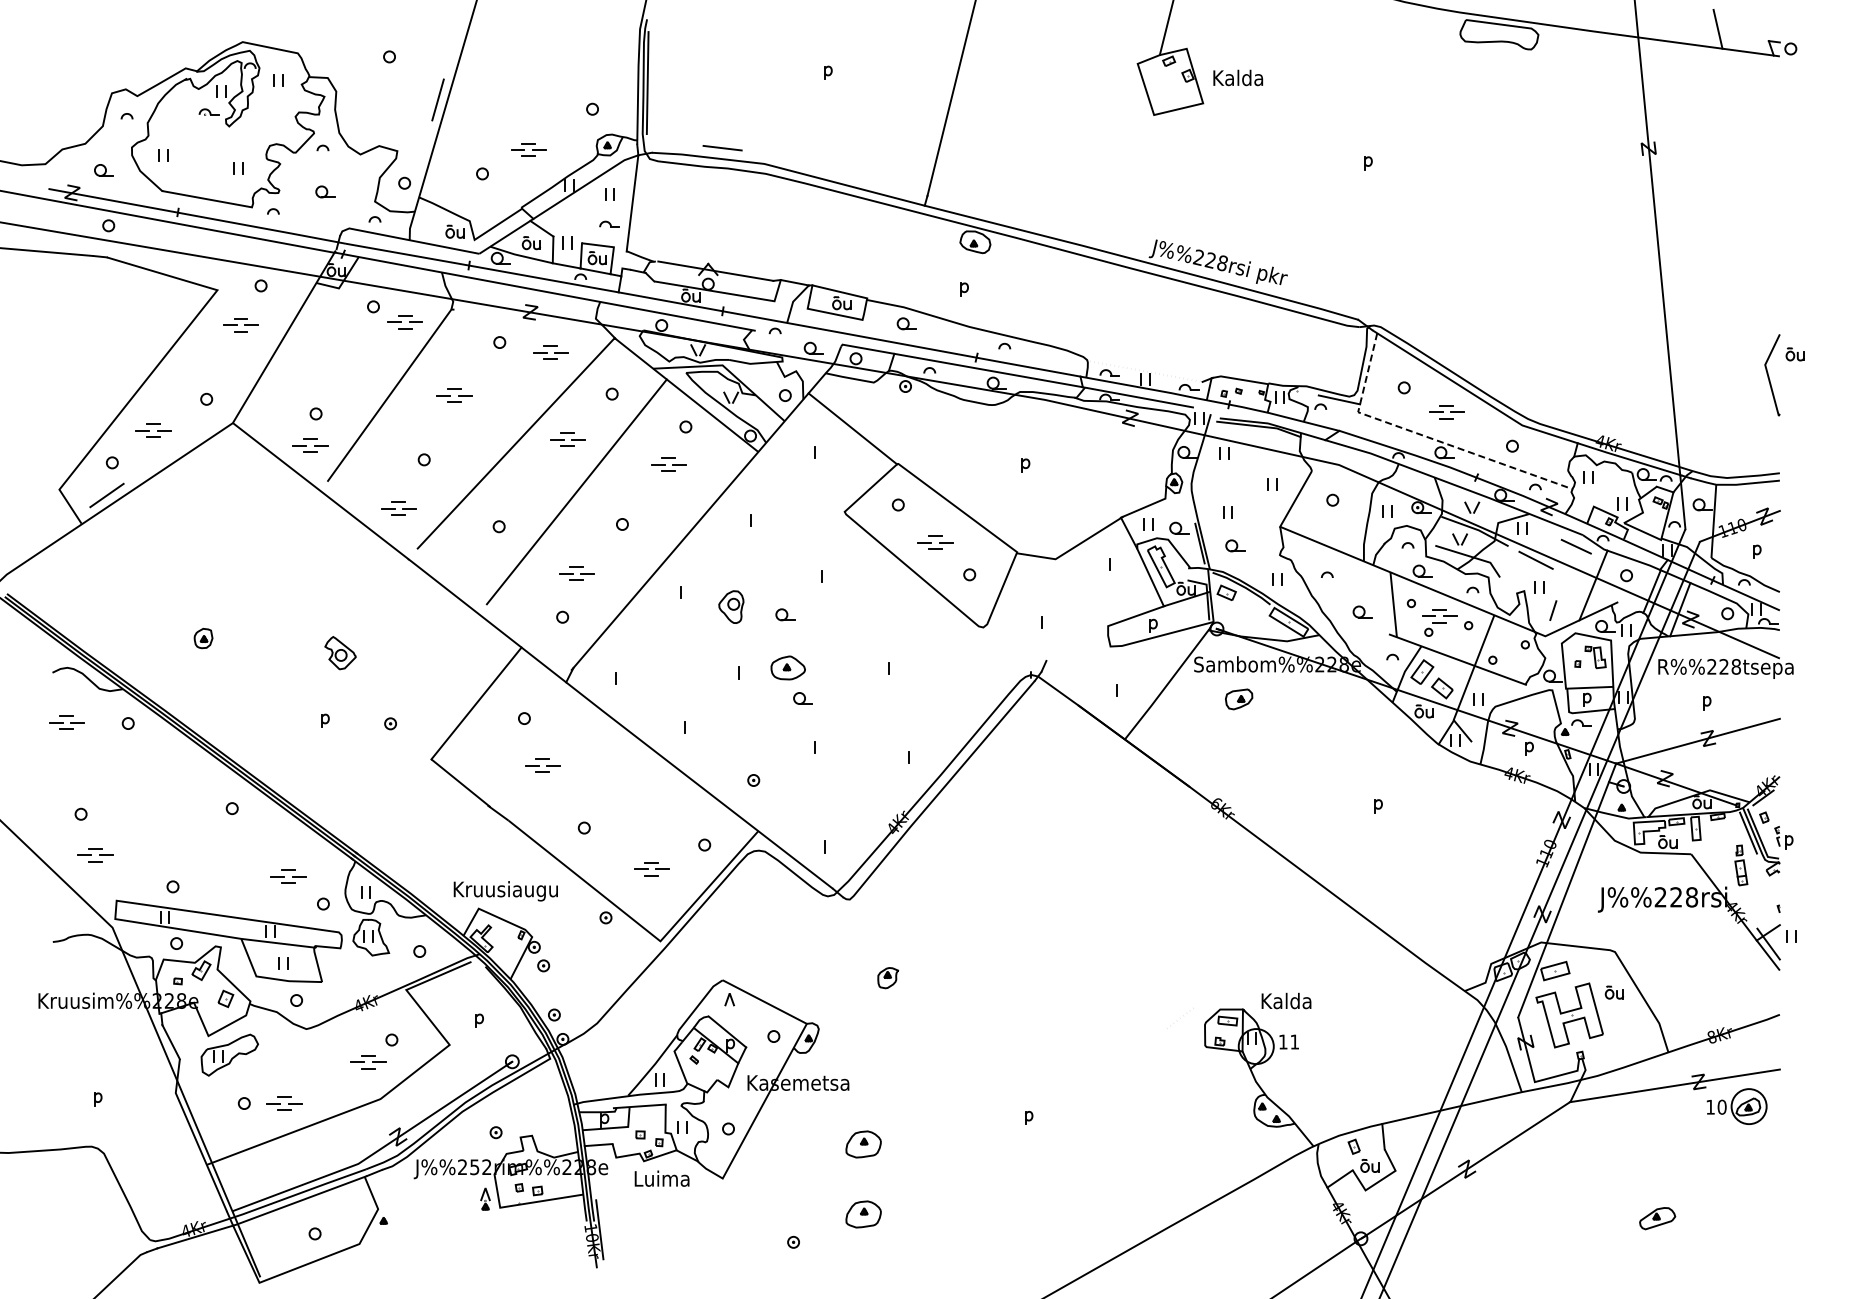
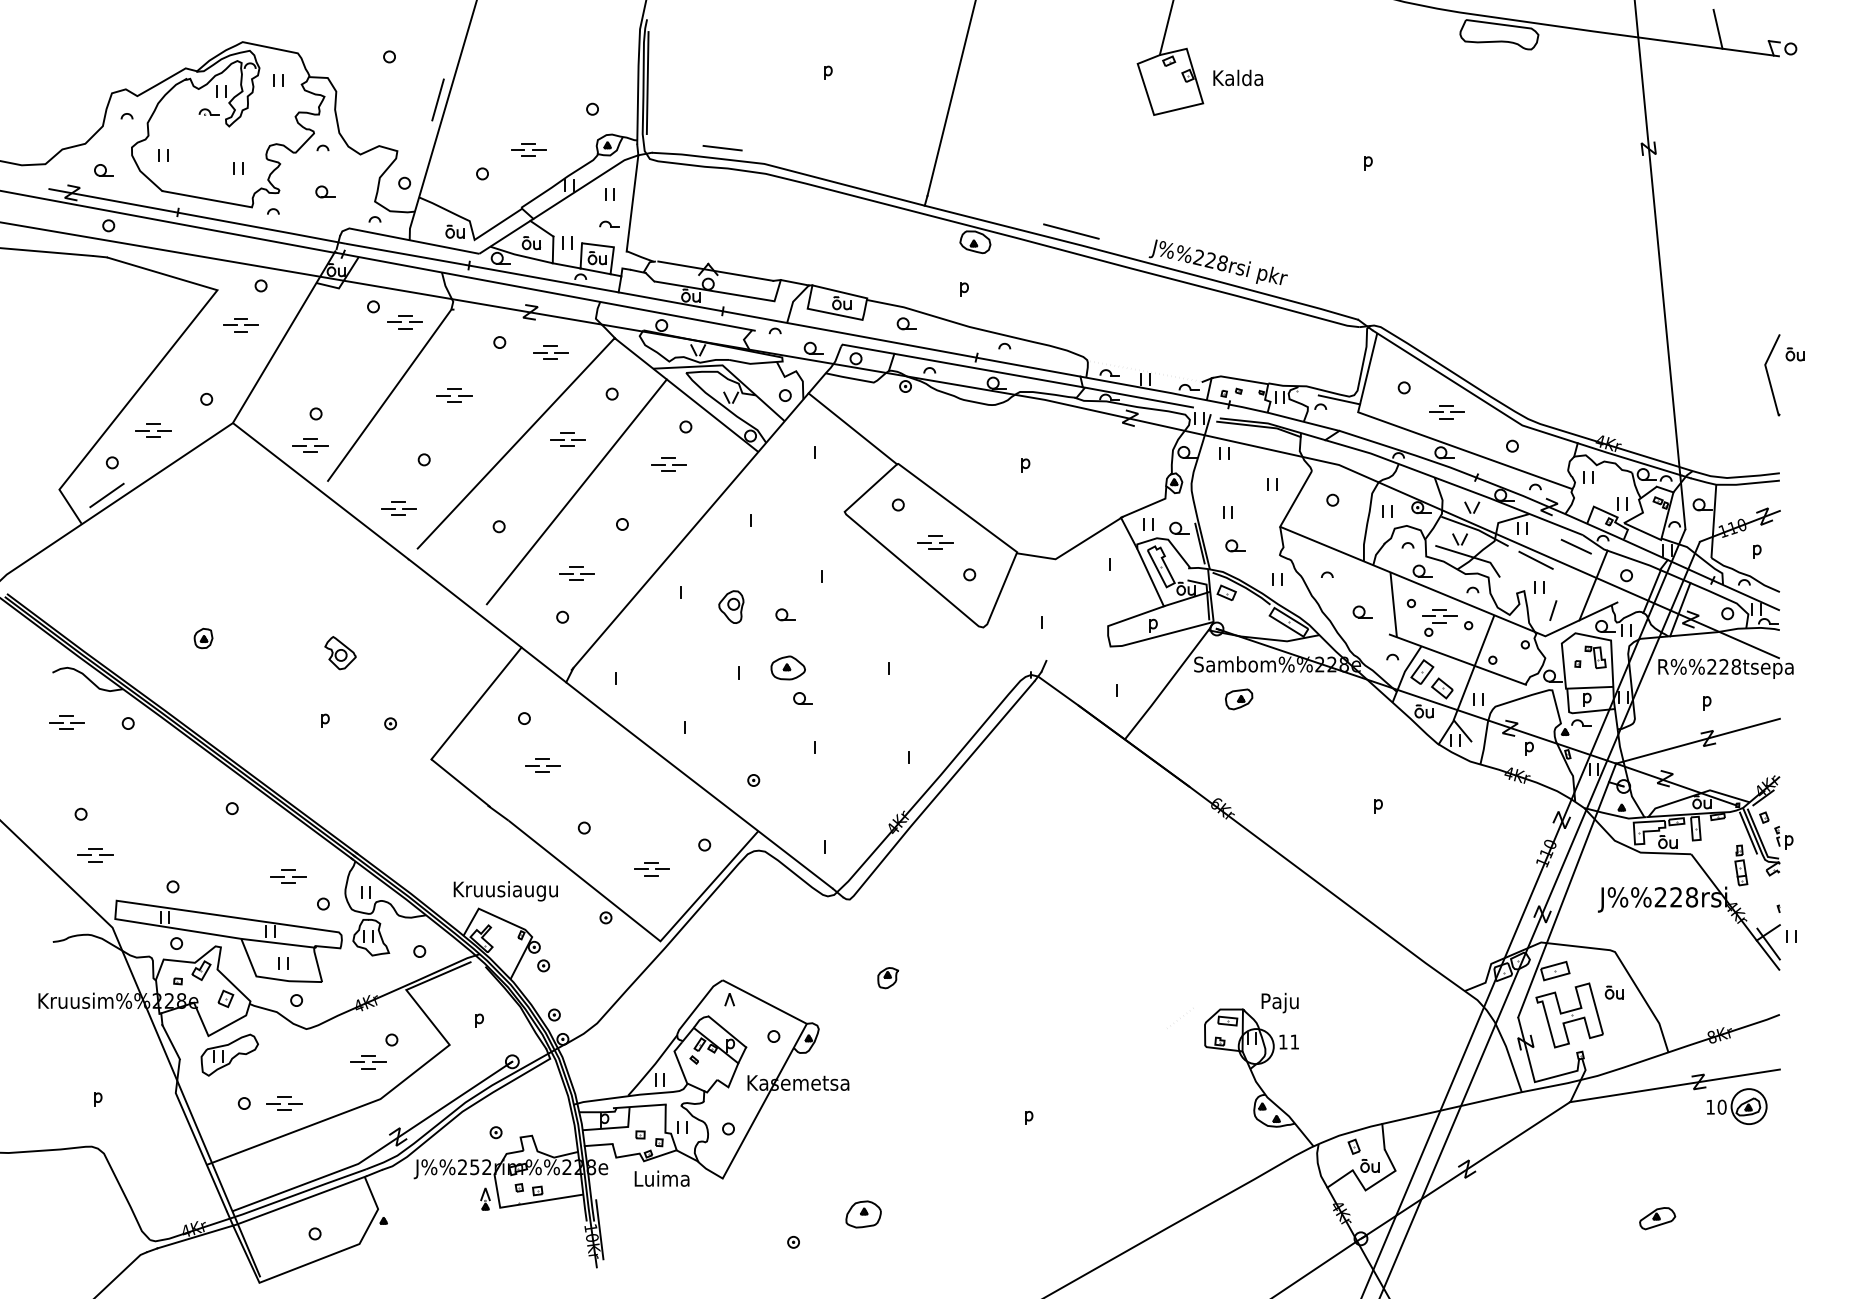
line at (1071, 231): none -> present
line at (1426, 436): dashed -> solid
text at (1287, 1002): Kalda -> Paju
part at (863, 1144): present -> none
